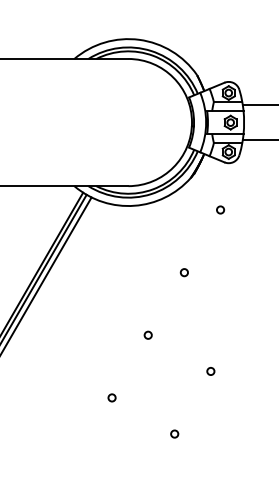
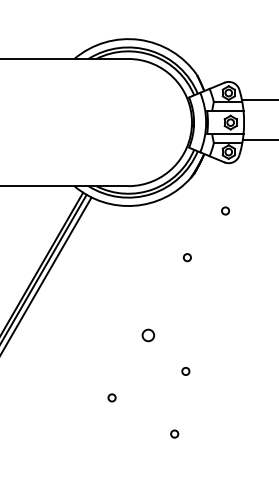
line at (258, 104) position: (258, 104) -> (258, 99)
circle at (220, 209) position: (220, 209) -> (225, 210)
circle at (183, 272) position: (183, 272) -> (186, 257)
circle at (147, 334) size: 10x10 px -> 14x15 px
circle at (210, 371) position: (210, 371) -> (185, 371)
